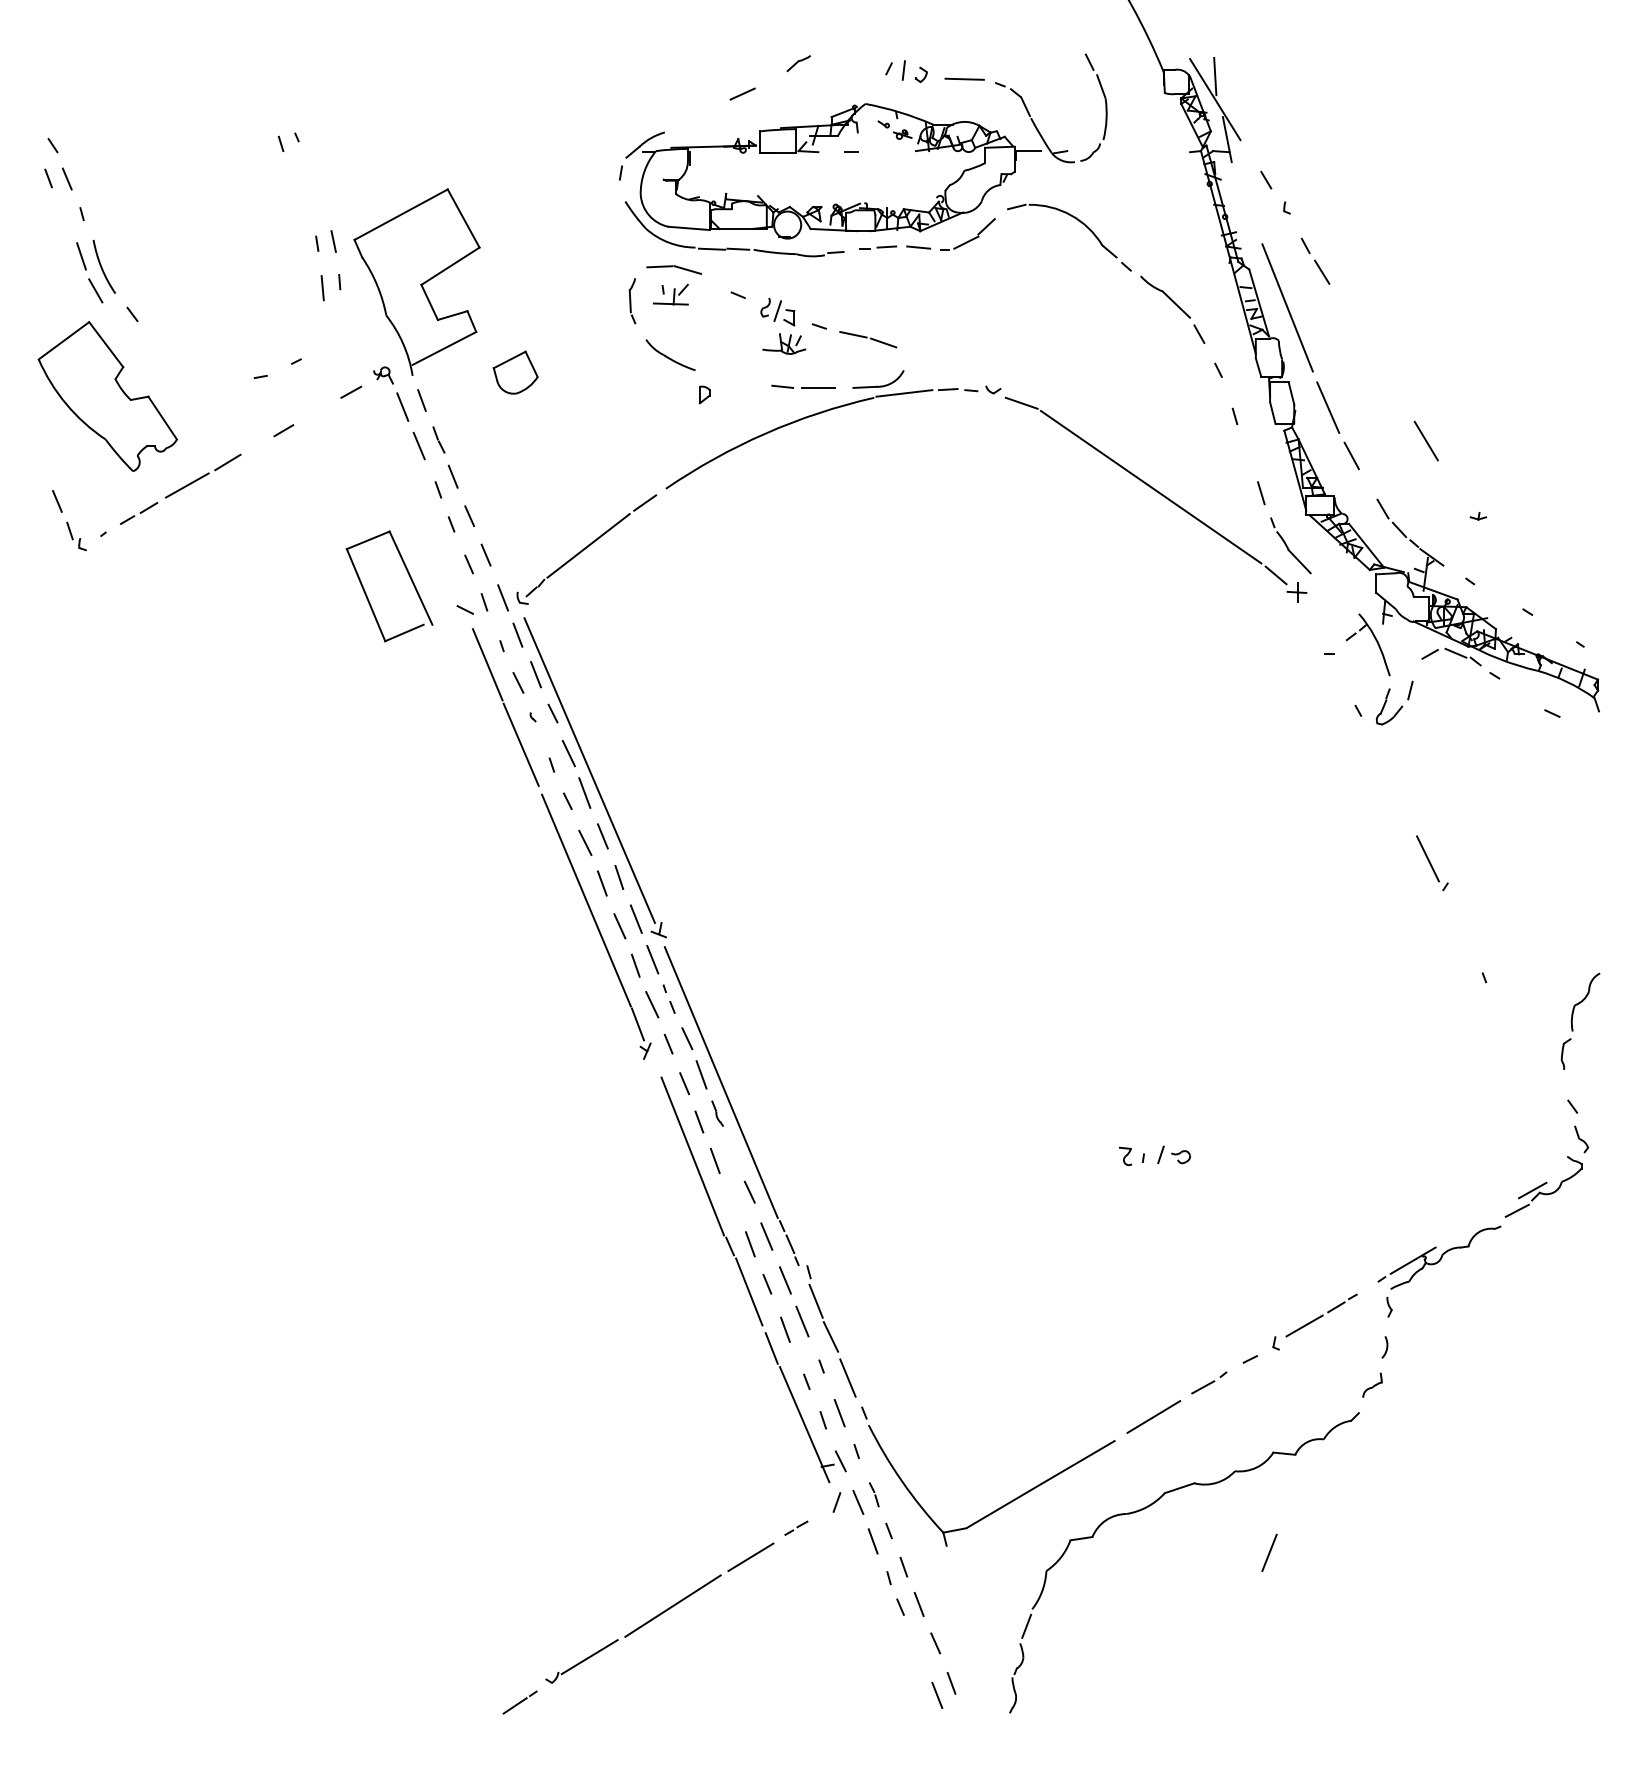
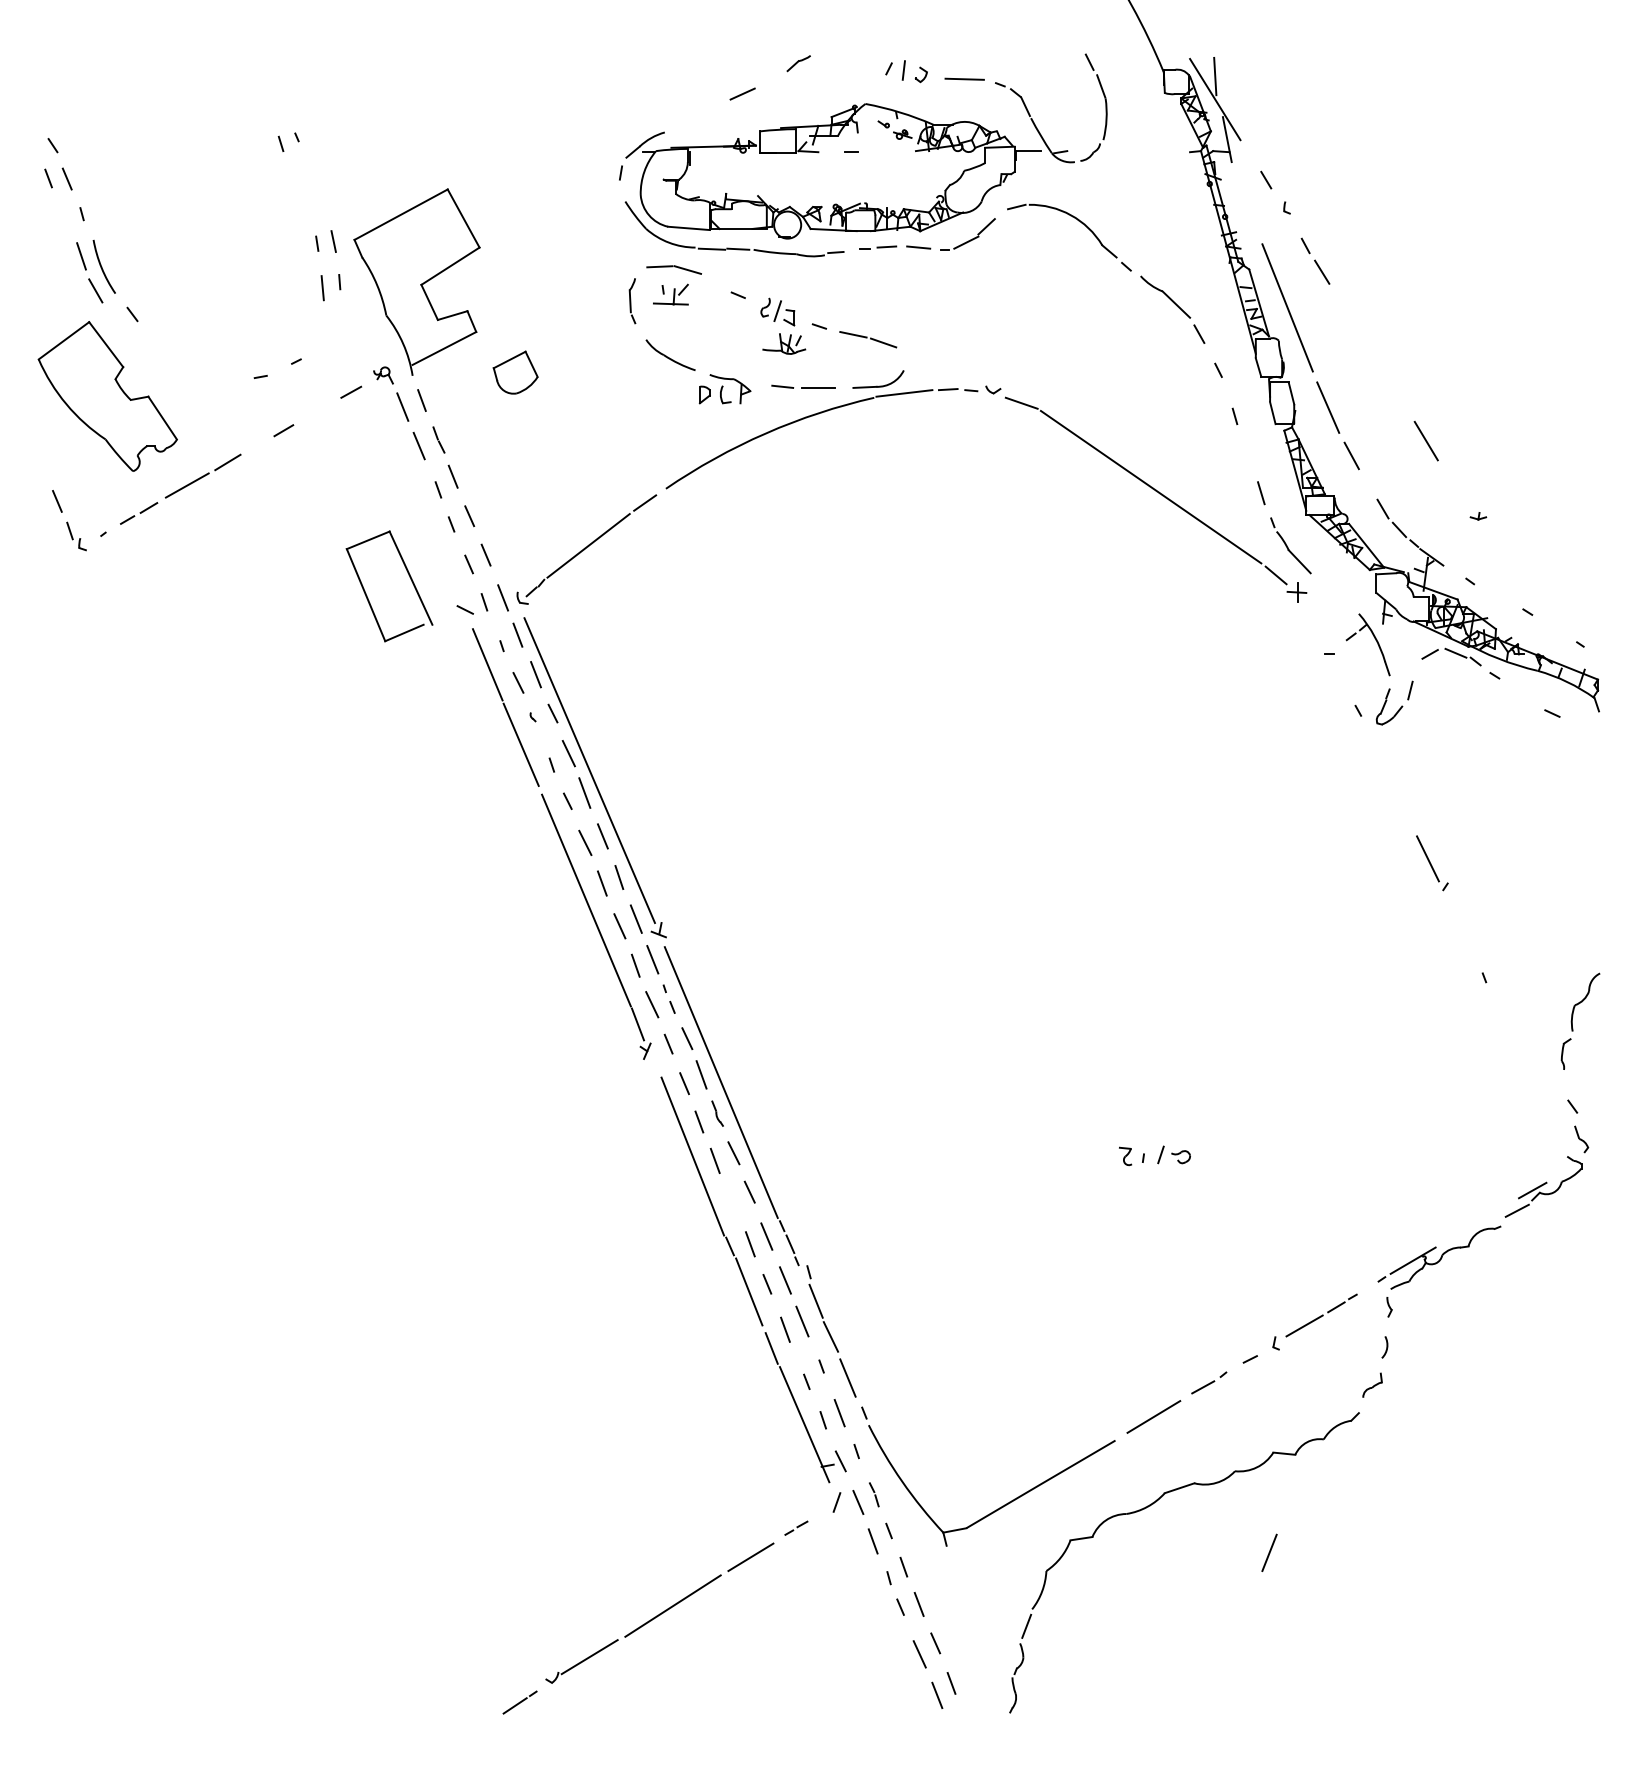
part at (723, 387): none -> present
line at (733, 1153): none -> present
line at (919, 1654): none -> present
